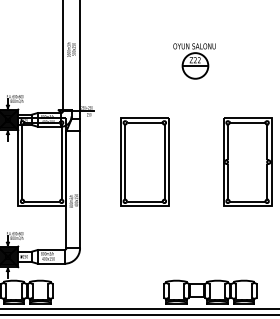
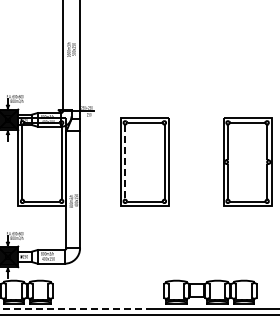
part at (194, 61): present -> none
line at (125, 162): solid -> dashed
line at (75, 308): solid -> dashed
